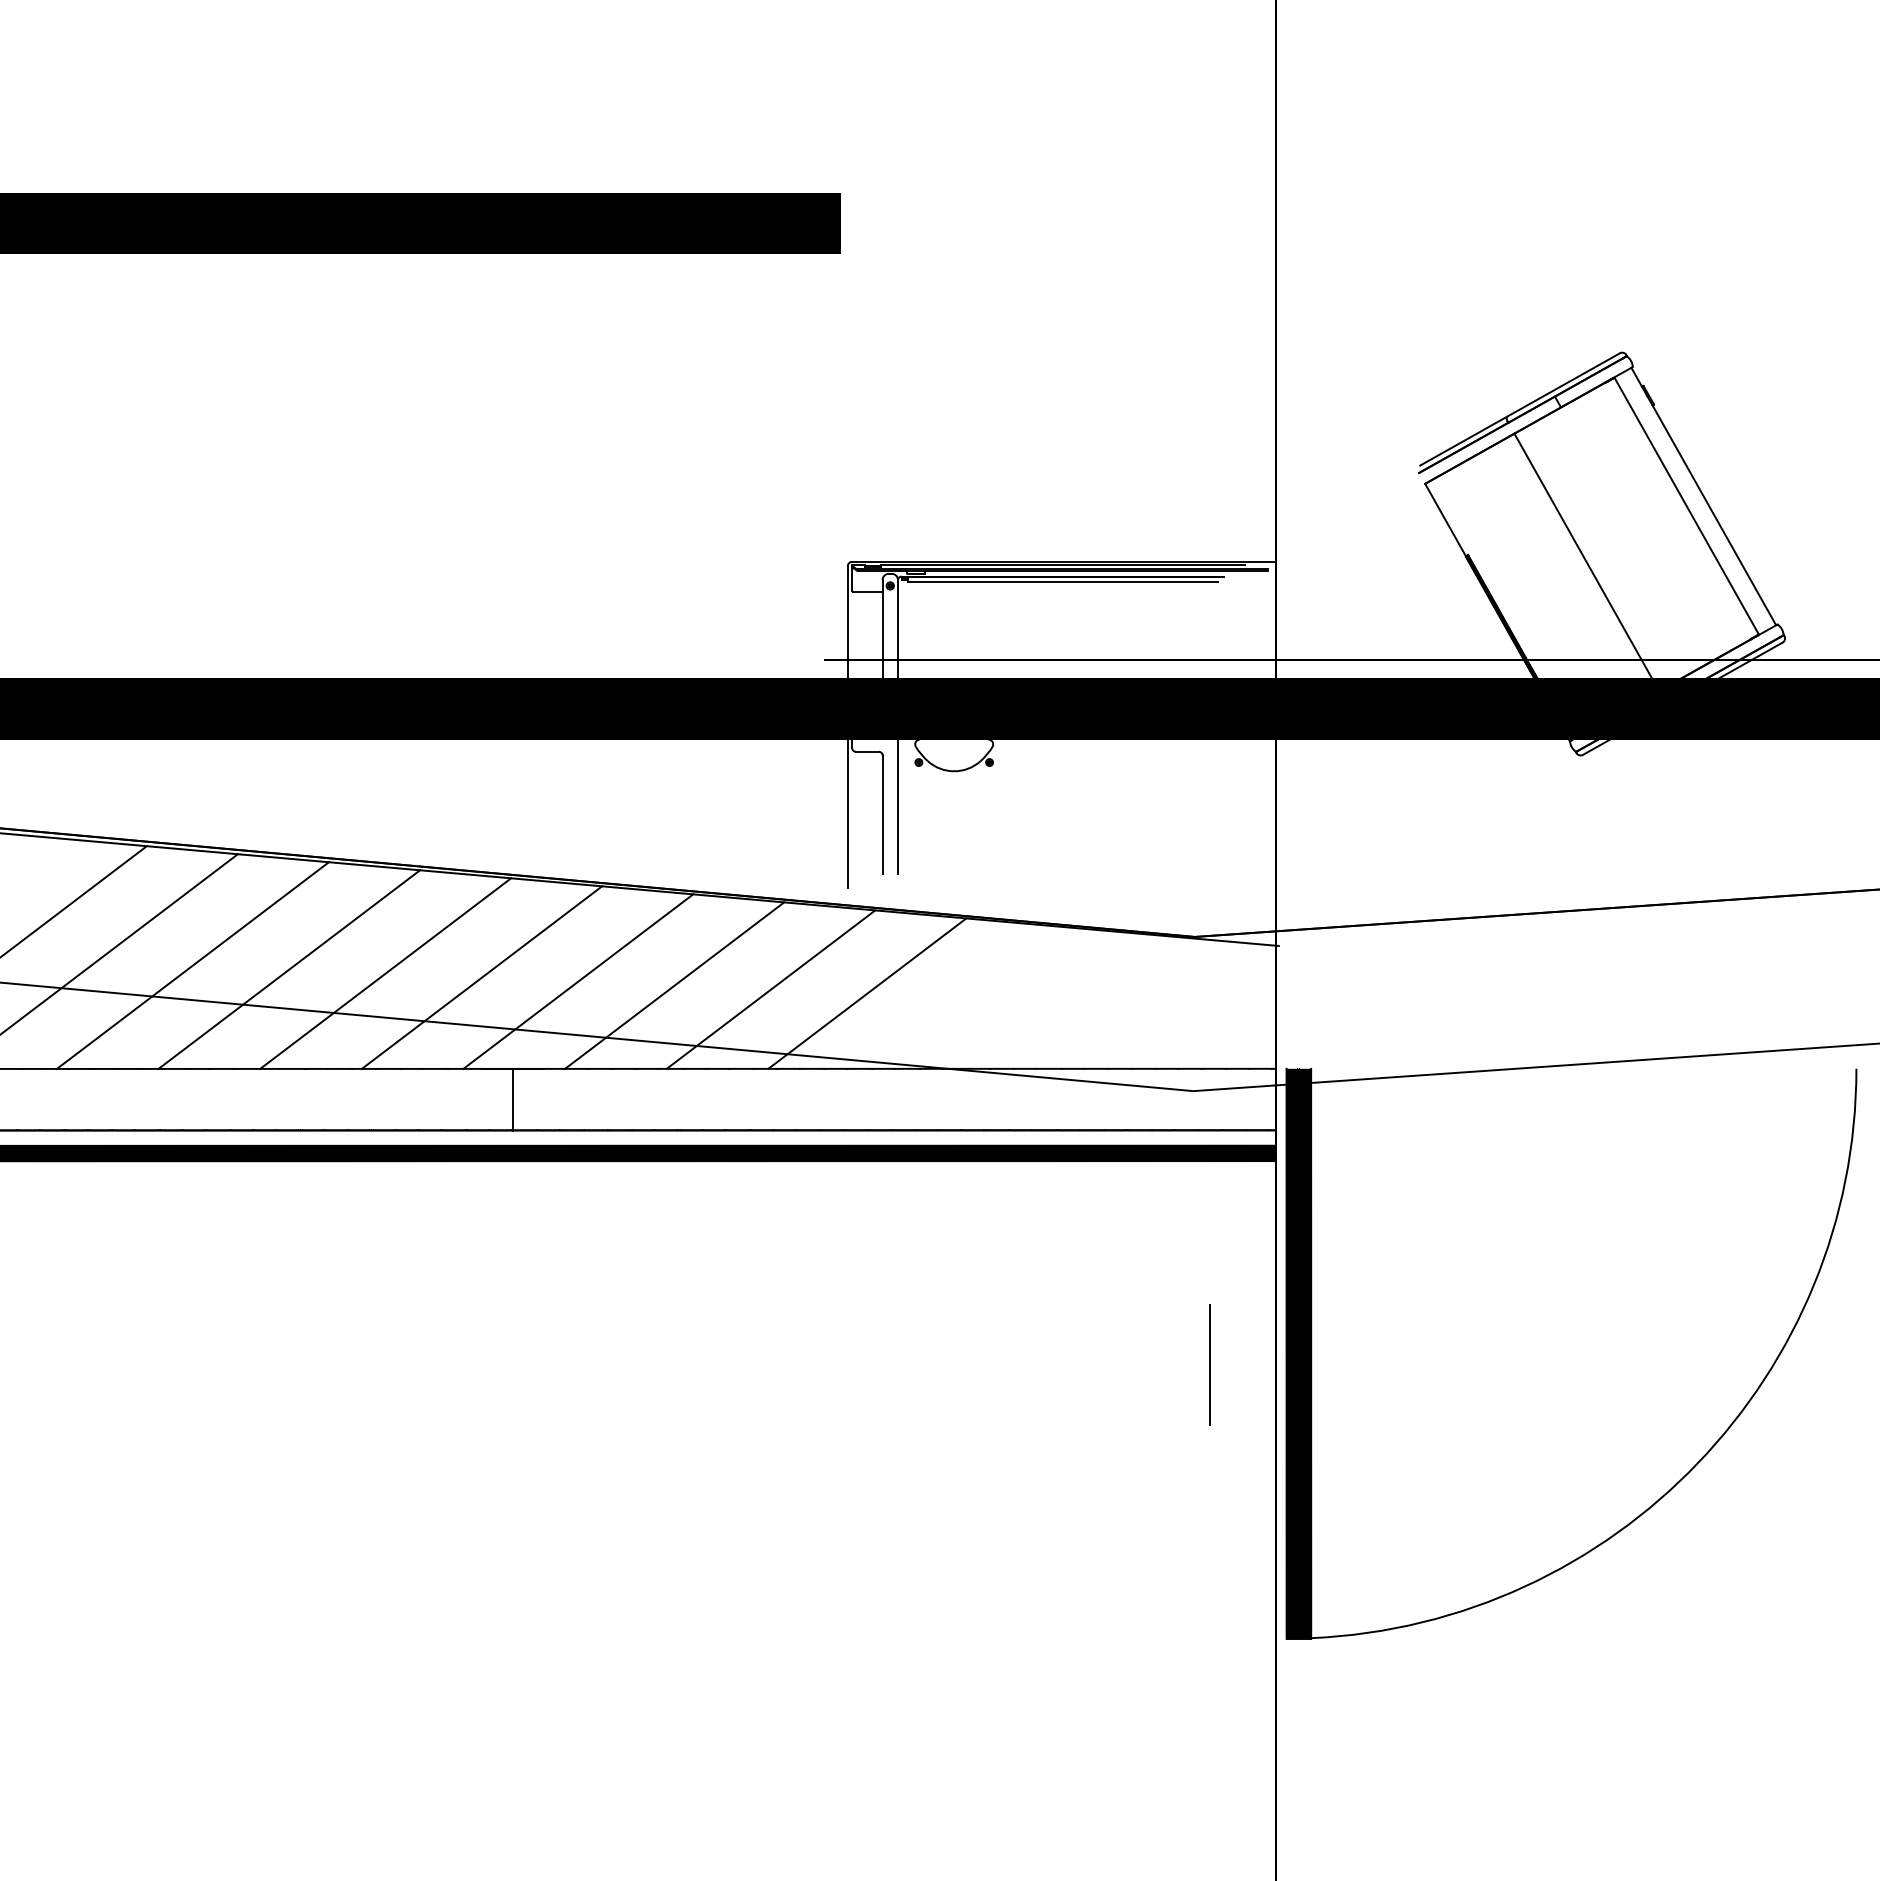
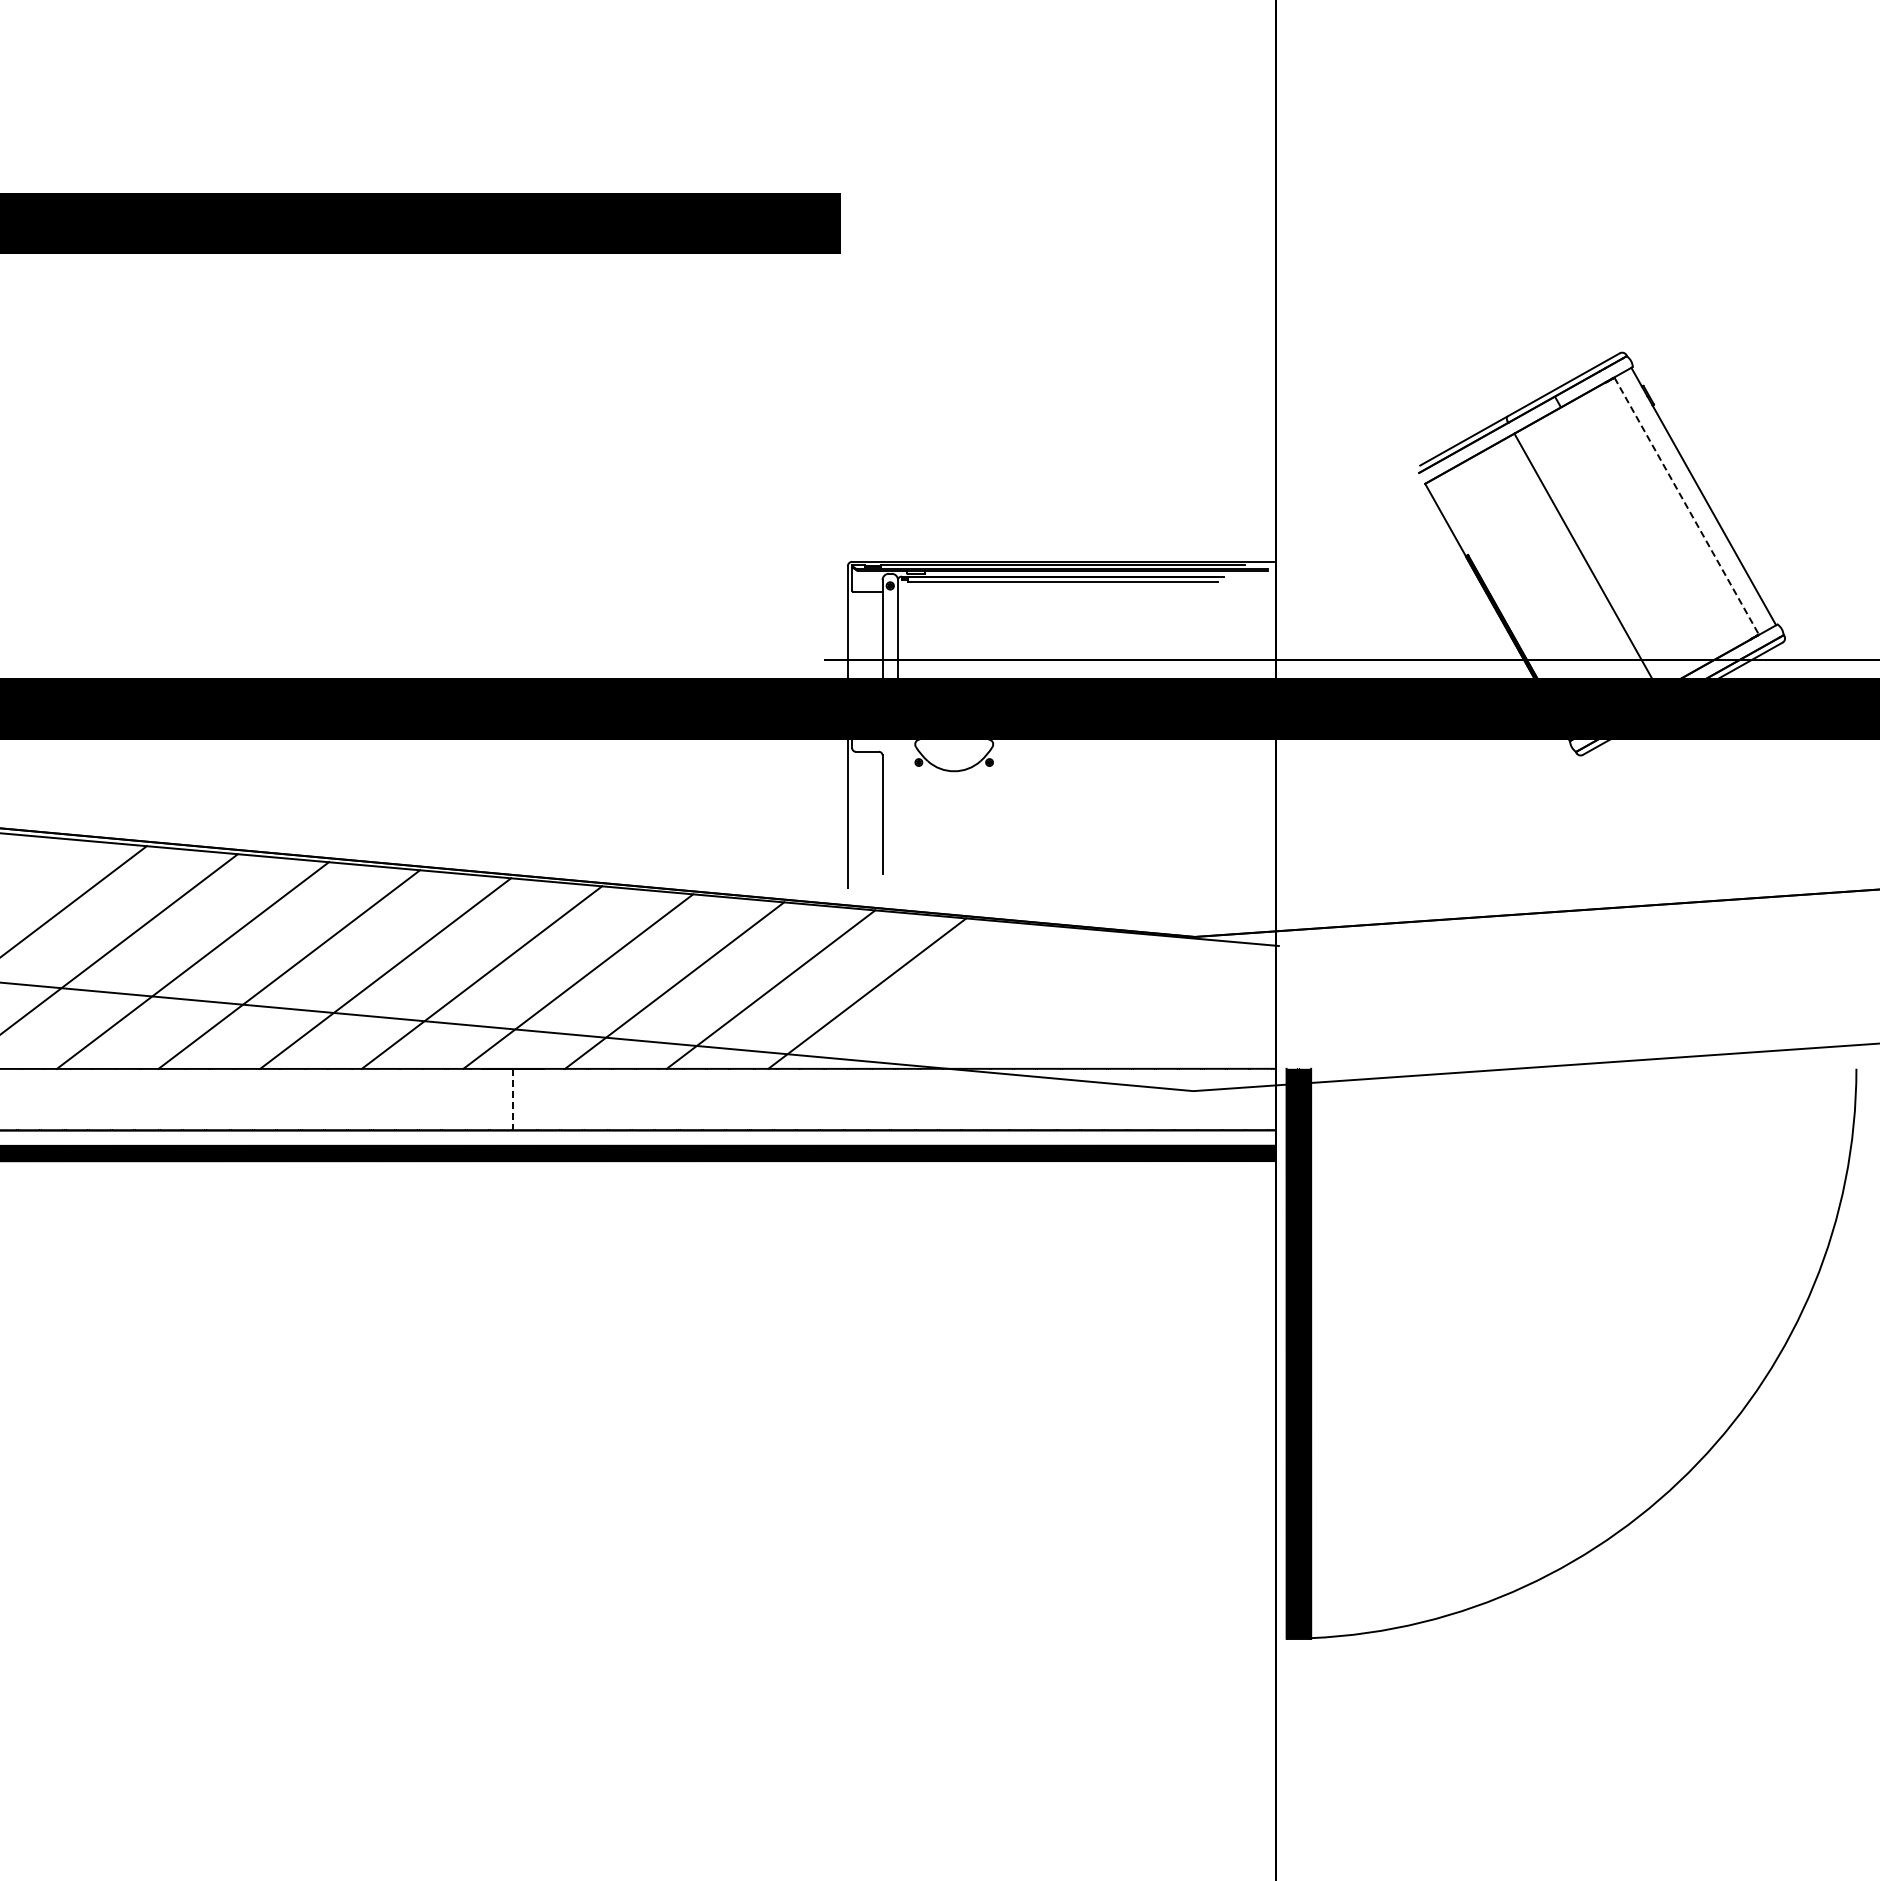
line at (1686, 506): solid -> dashed
line at (897, 806): present -> none
line at (513, 1099): solid -> dashed
line at (1209, 1364): present -> none
